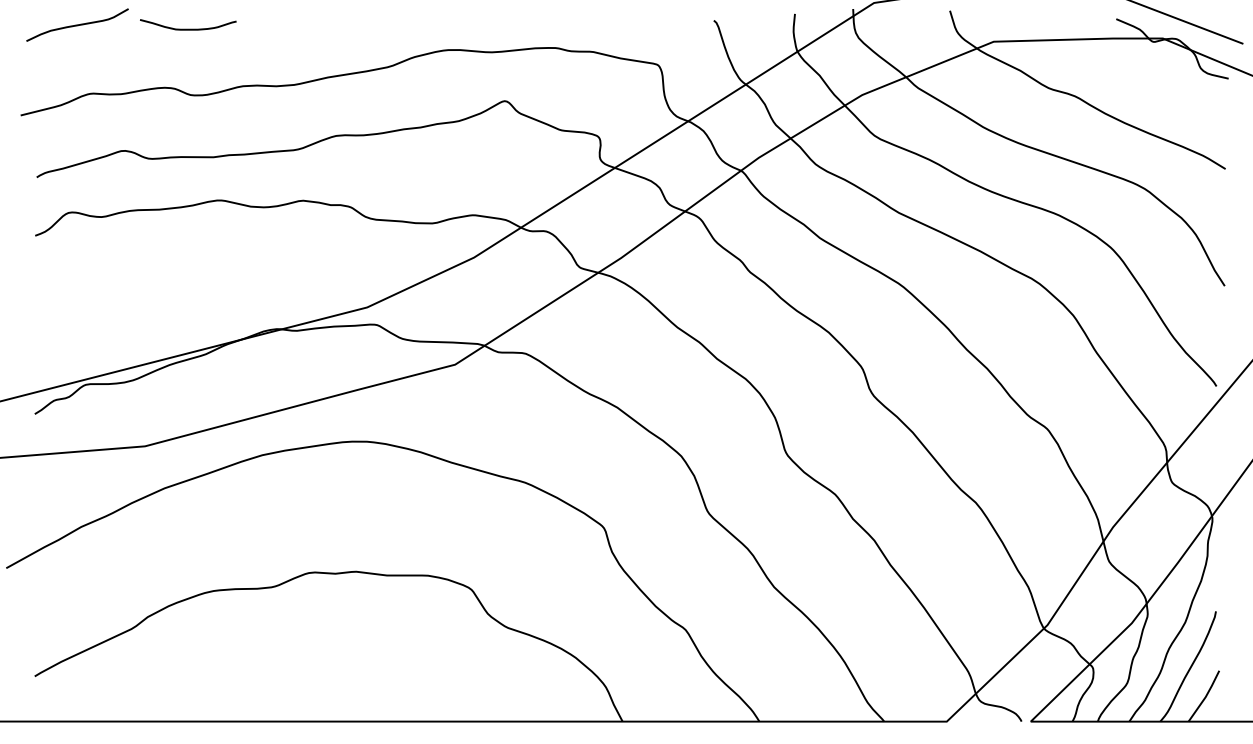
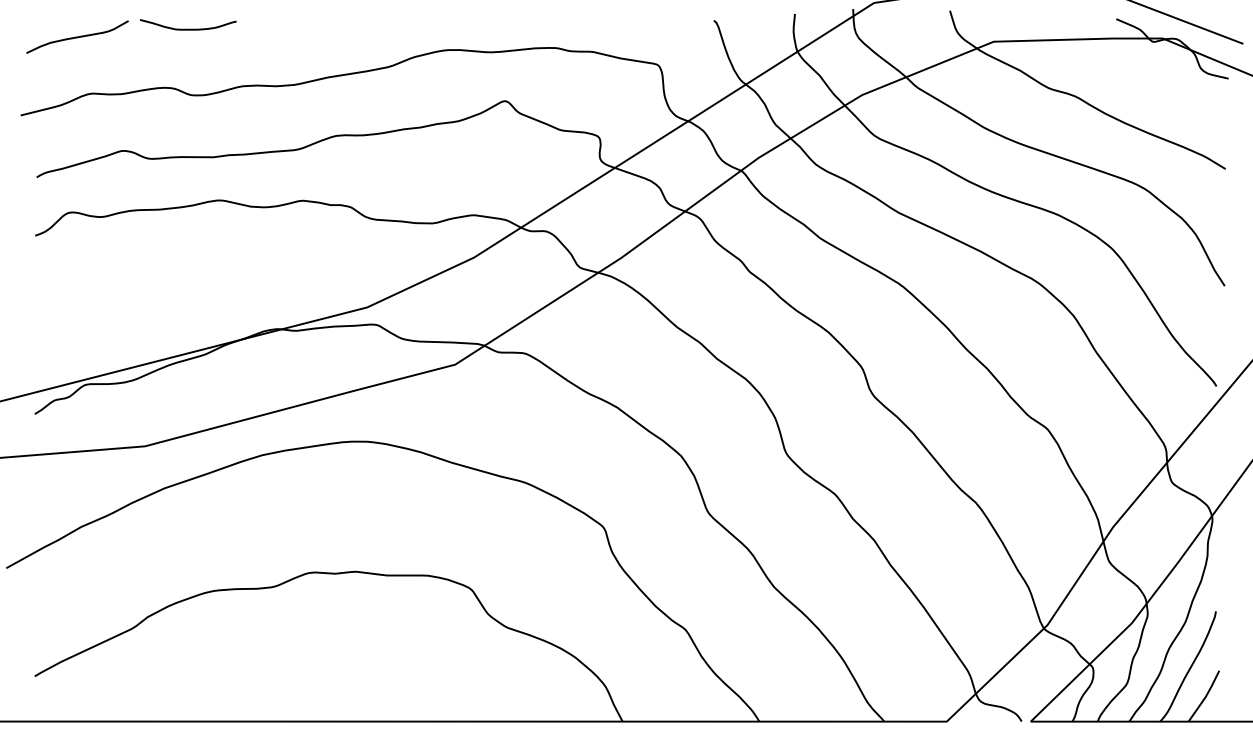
curve at (77, 24) position: (77, 24) -> (77, 36)
